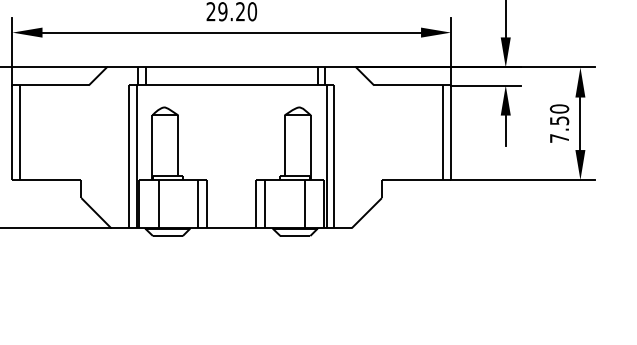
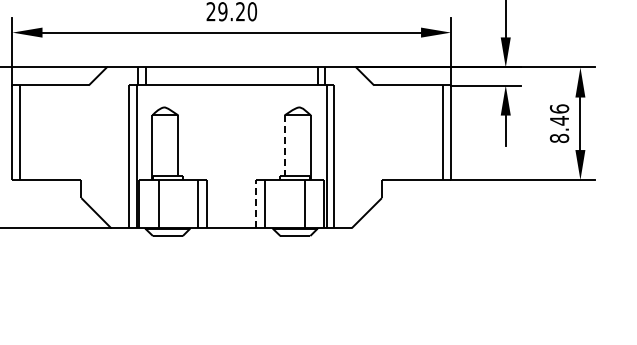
text at (559, 123): 7.50 -> 8.46
line at (284, 146): solid -> dashed
line at (256, 203): solid -> dashed
